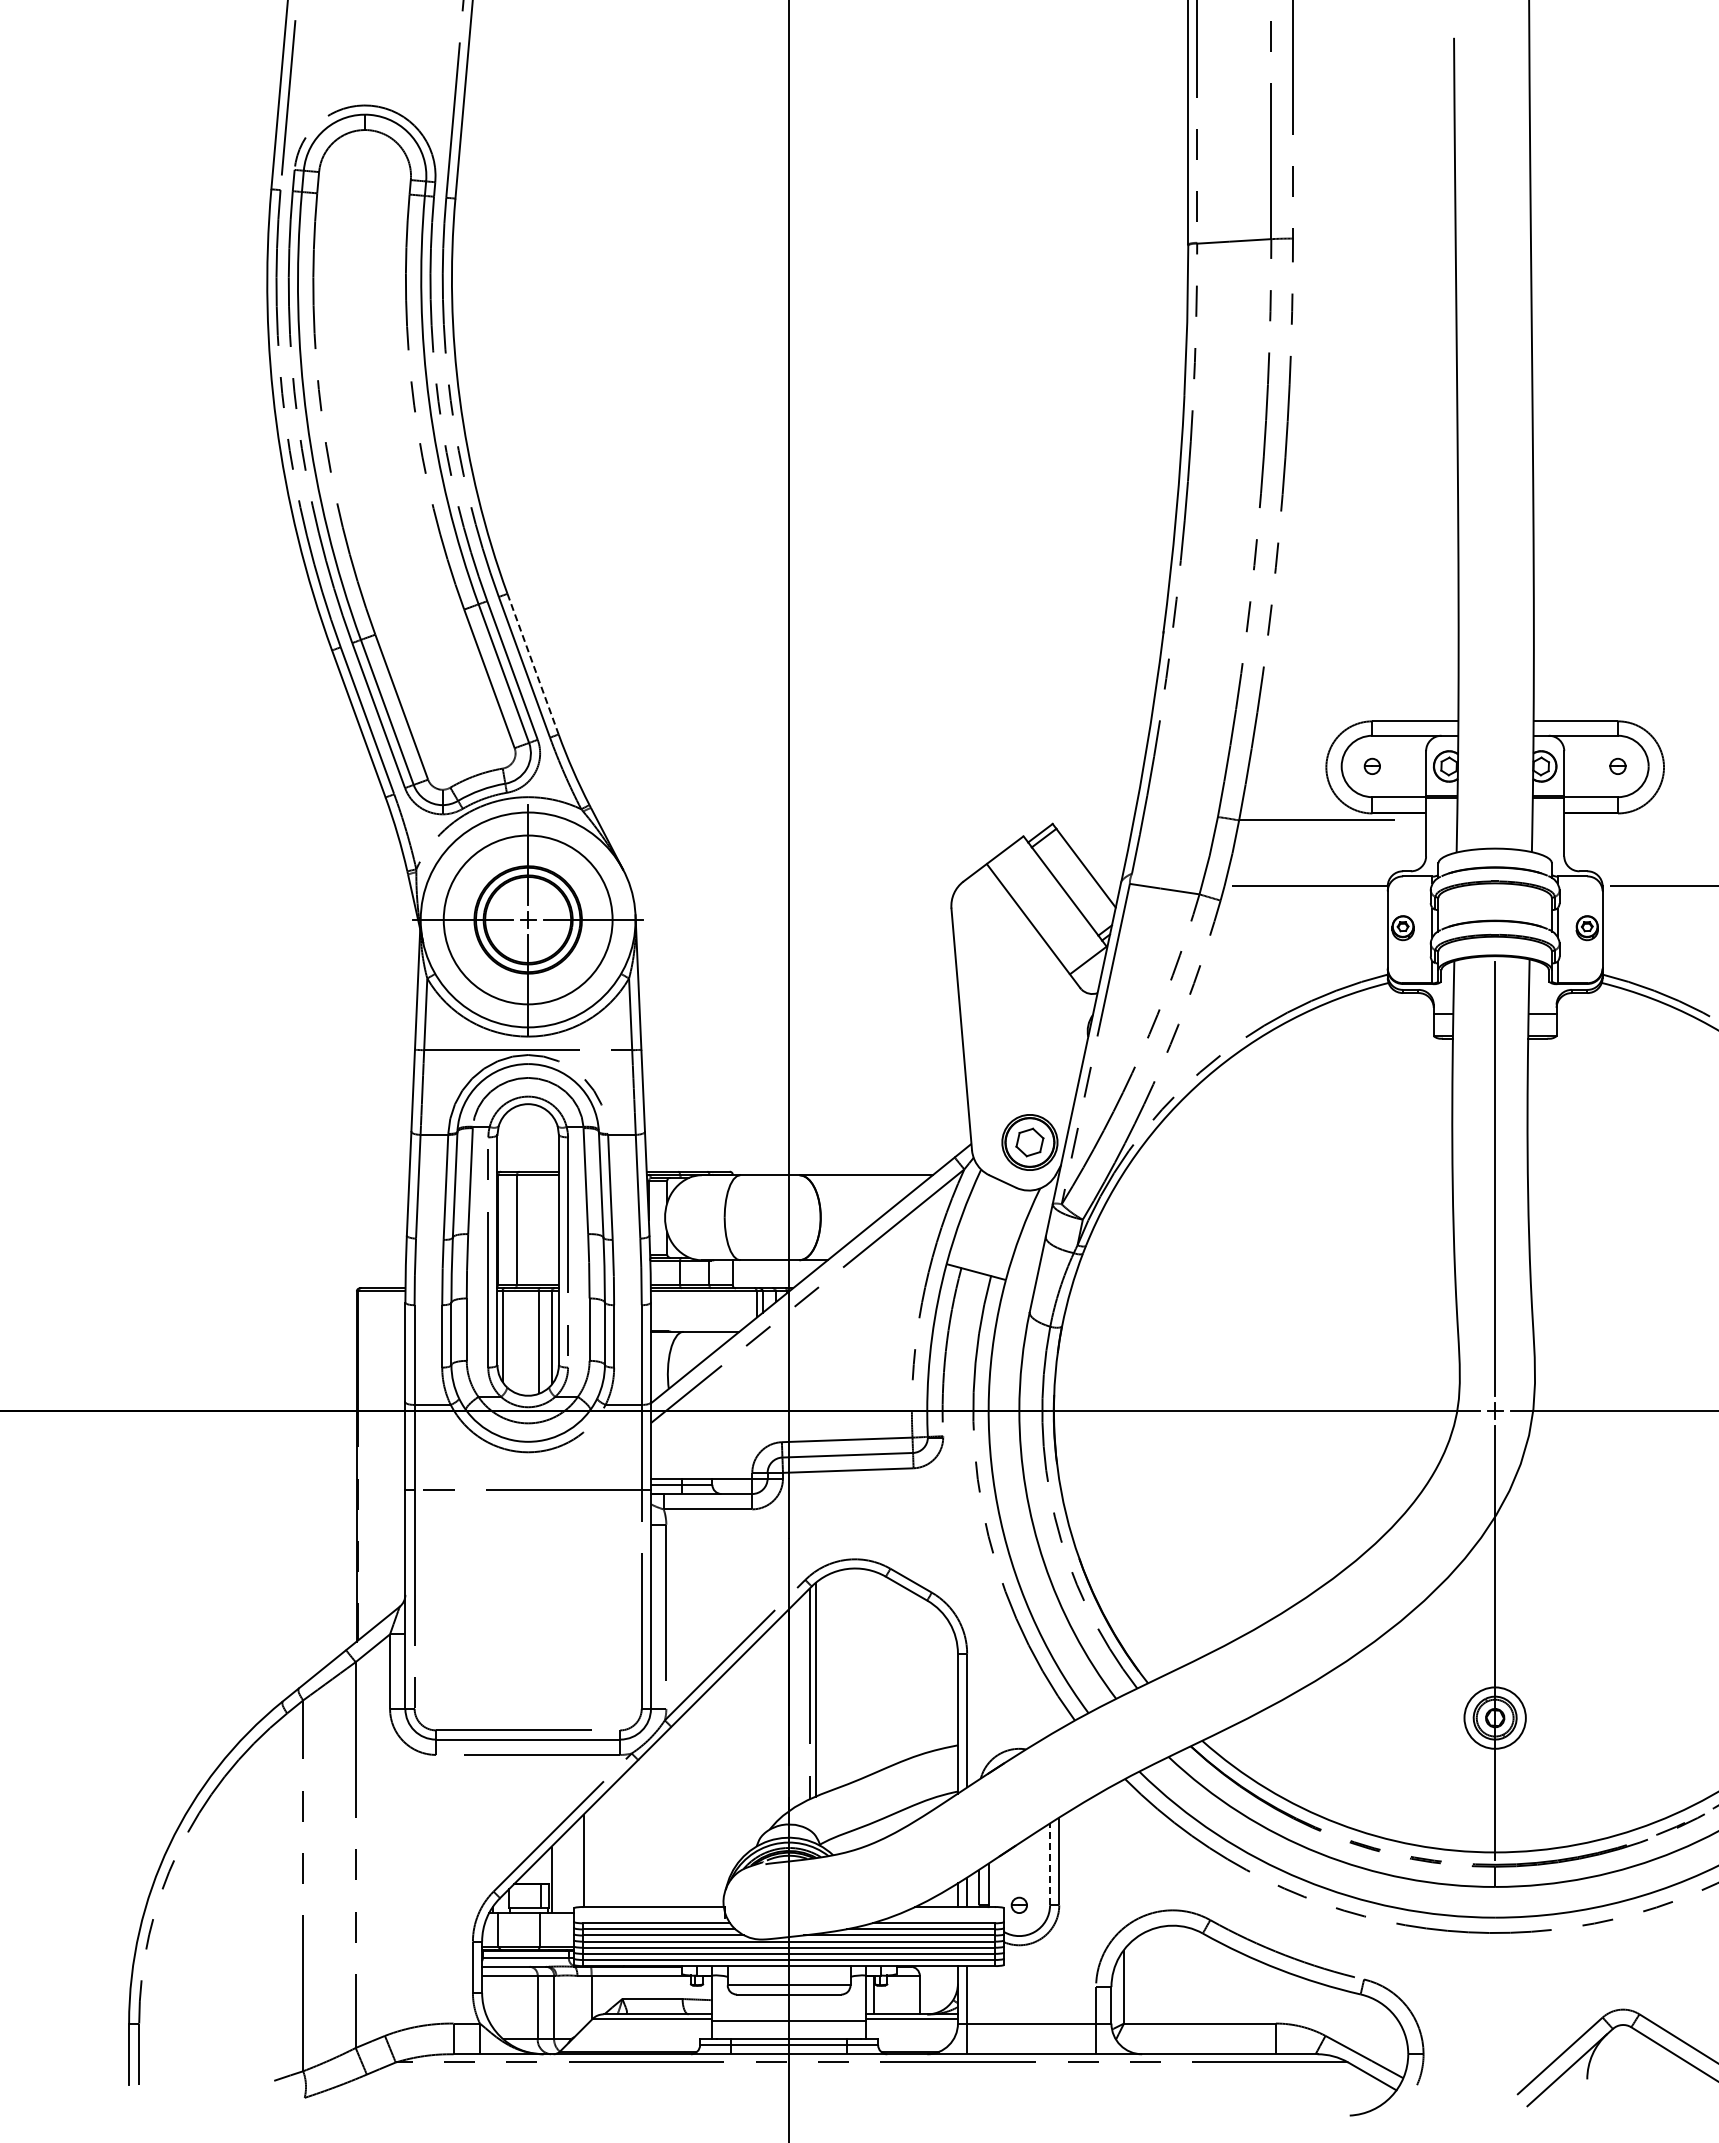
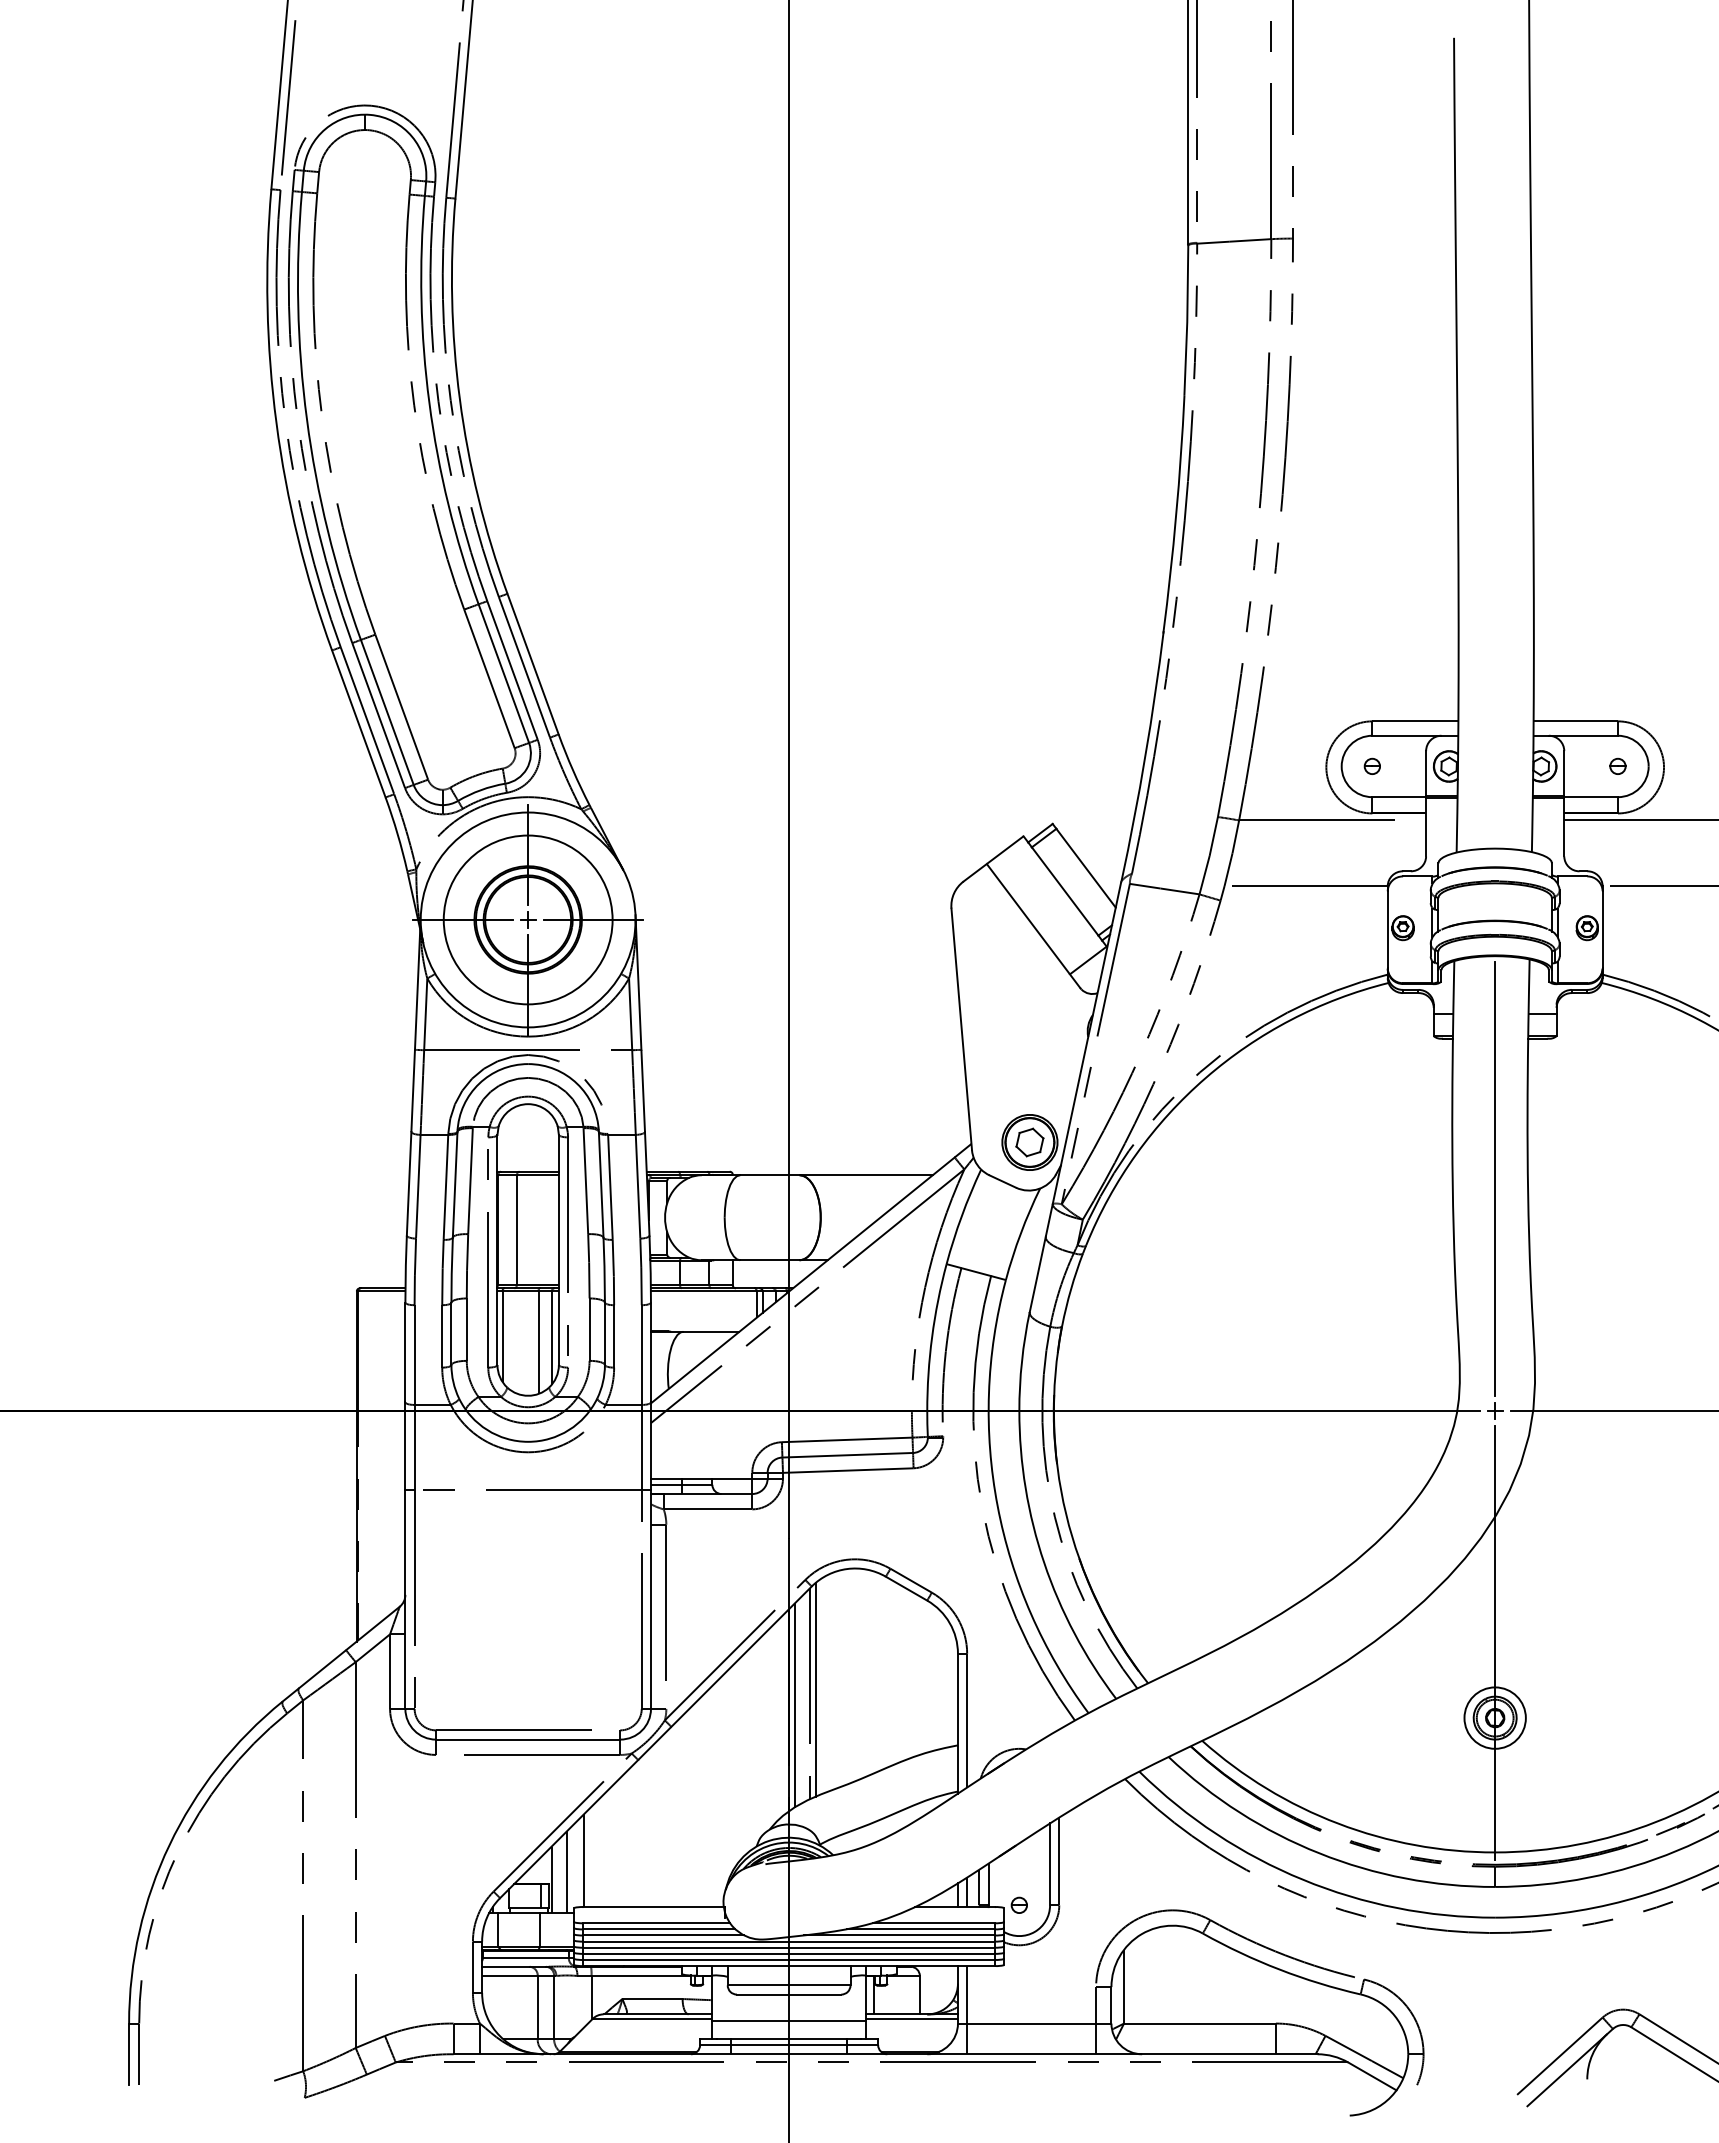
line at (533, 664): dashed -> solid
line at (1639, 820): none -> present
line at (794, 1705): none -> present
line at (1050, 1864): dashed -> solid
line at (567, 1872): none -> present
